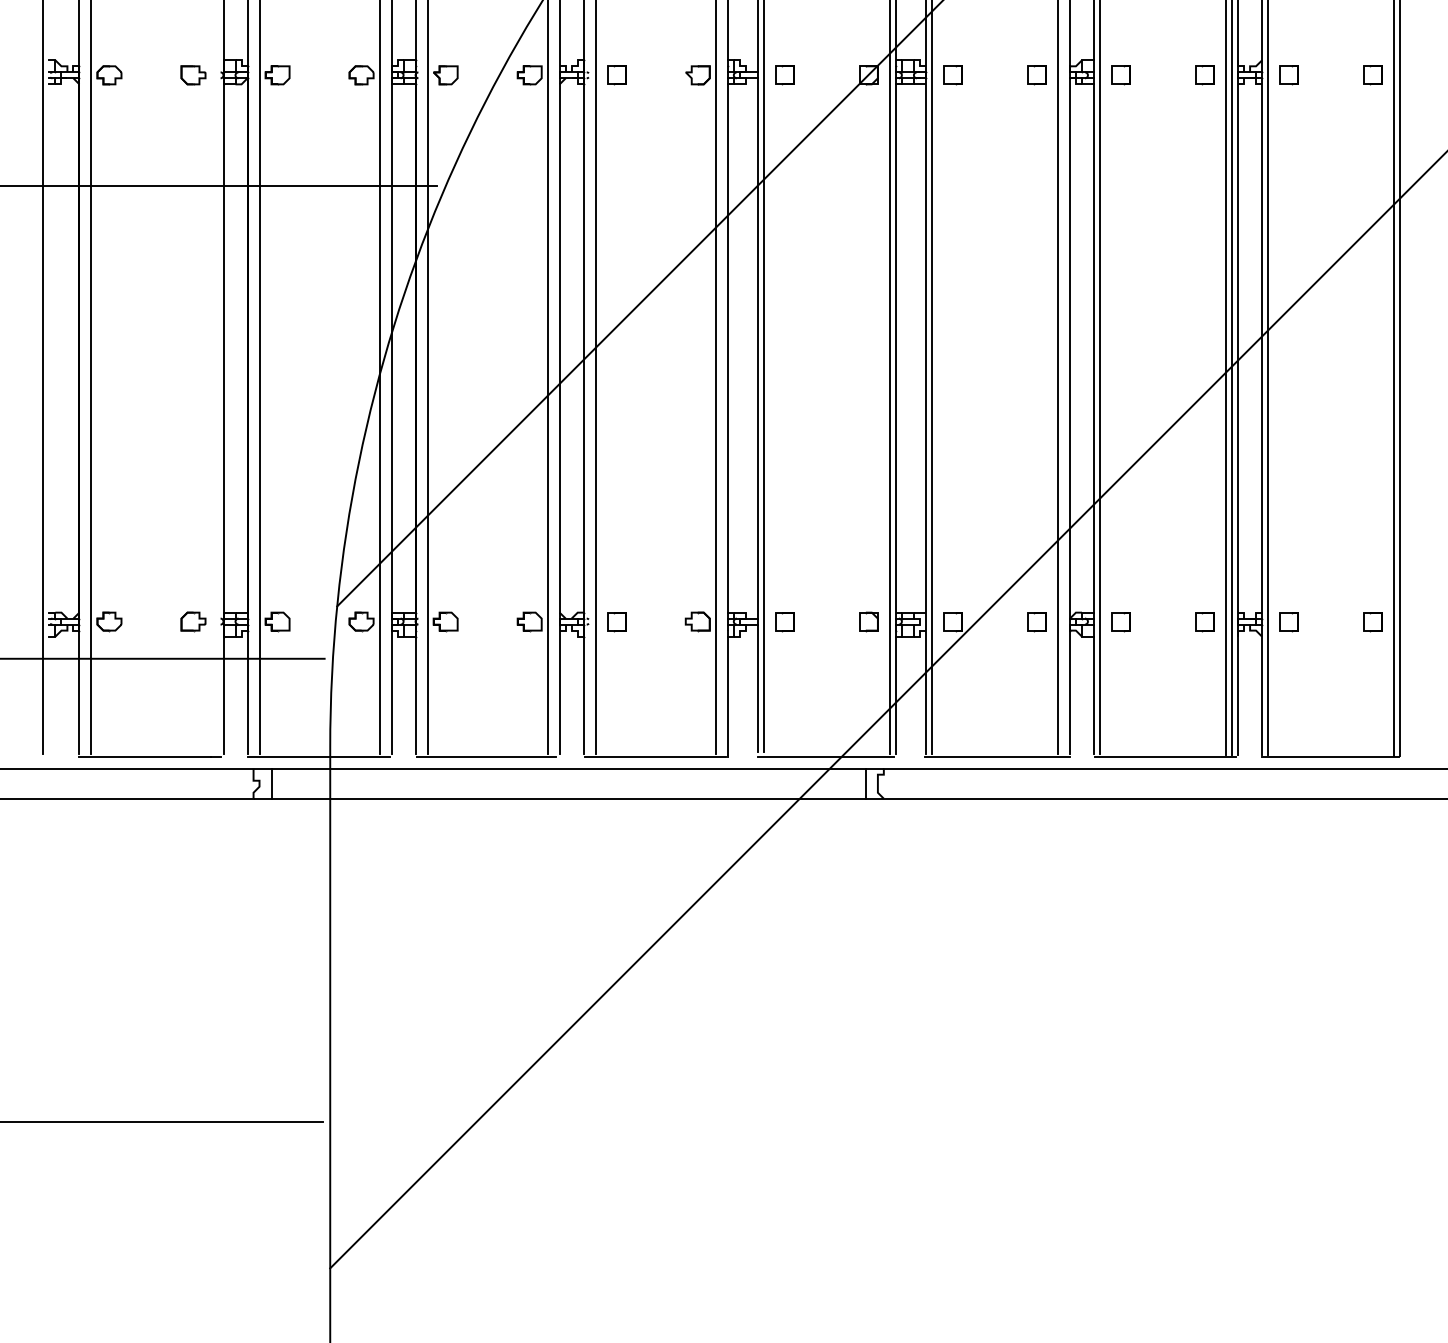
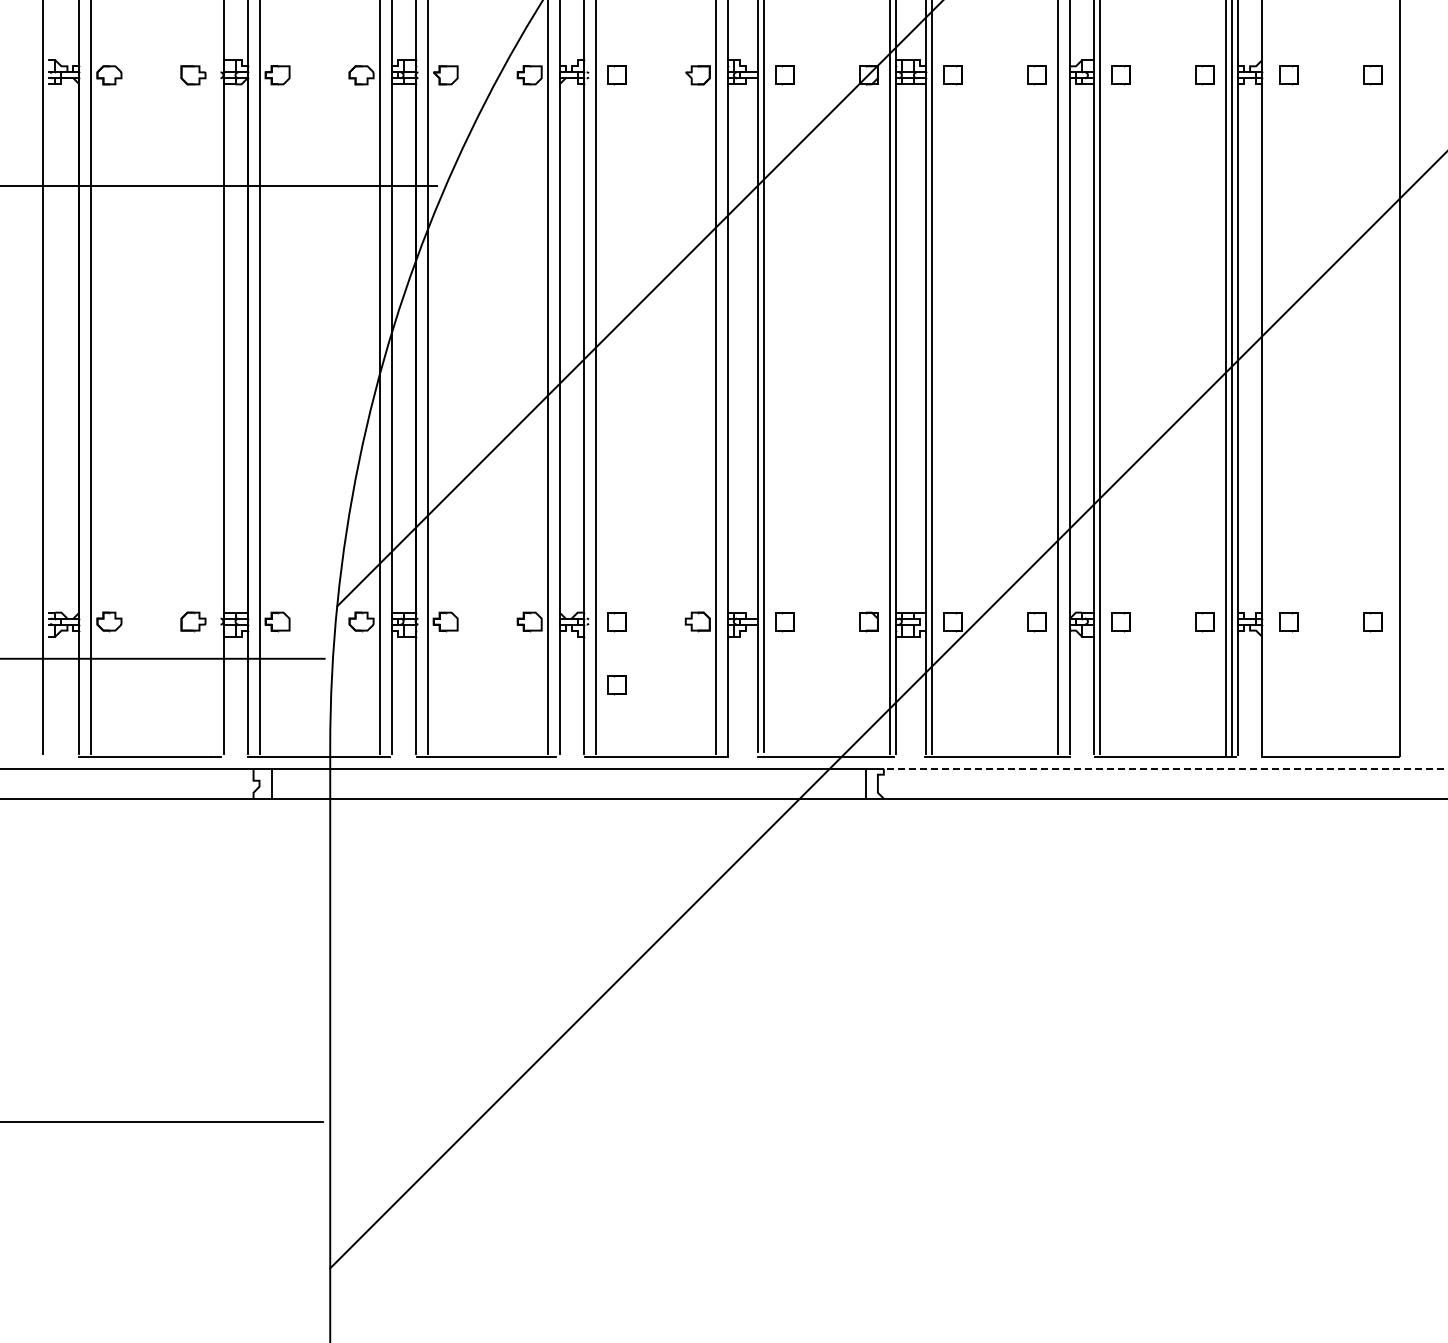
line at (1268, 378): present -> none
line at (1394, 379): present -> none
part at (616, 685): none -> present
line at (1165, 768): solid -> dashed
